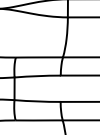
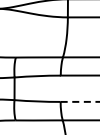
line at (80, 101): solid -> dashed
